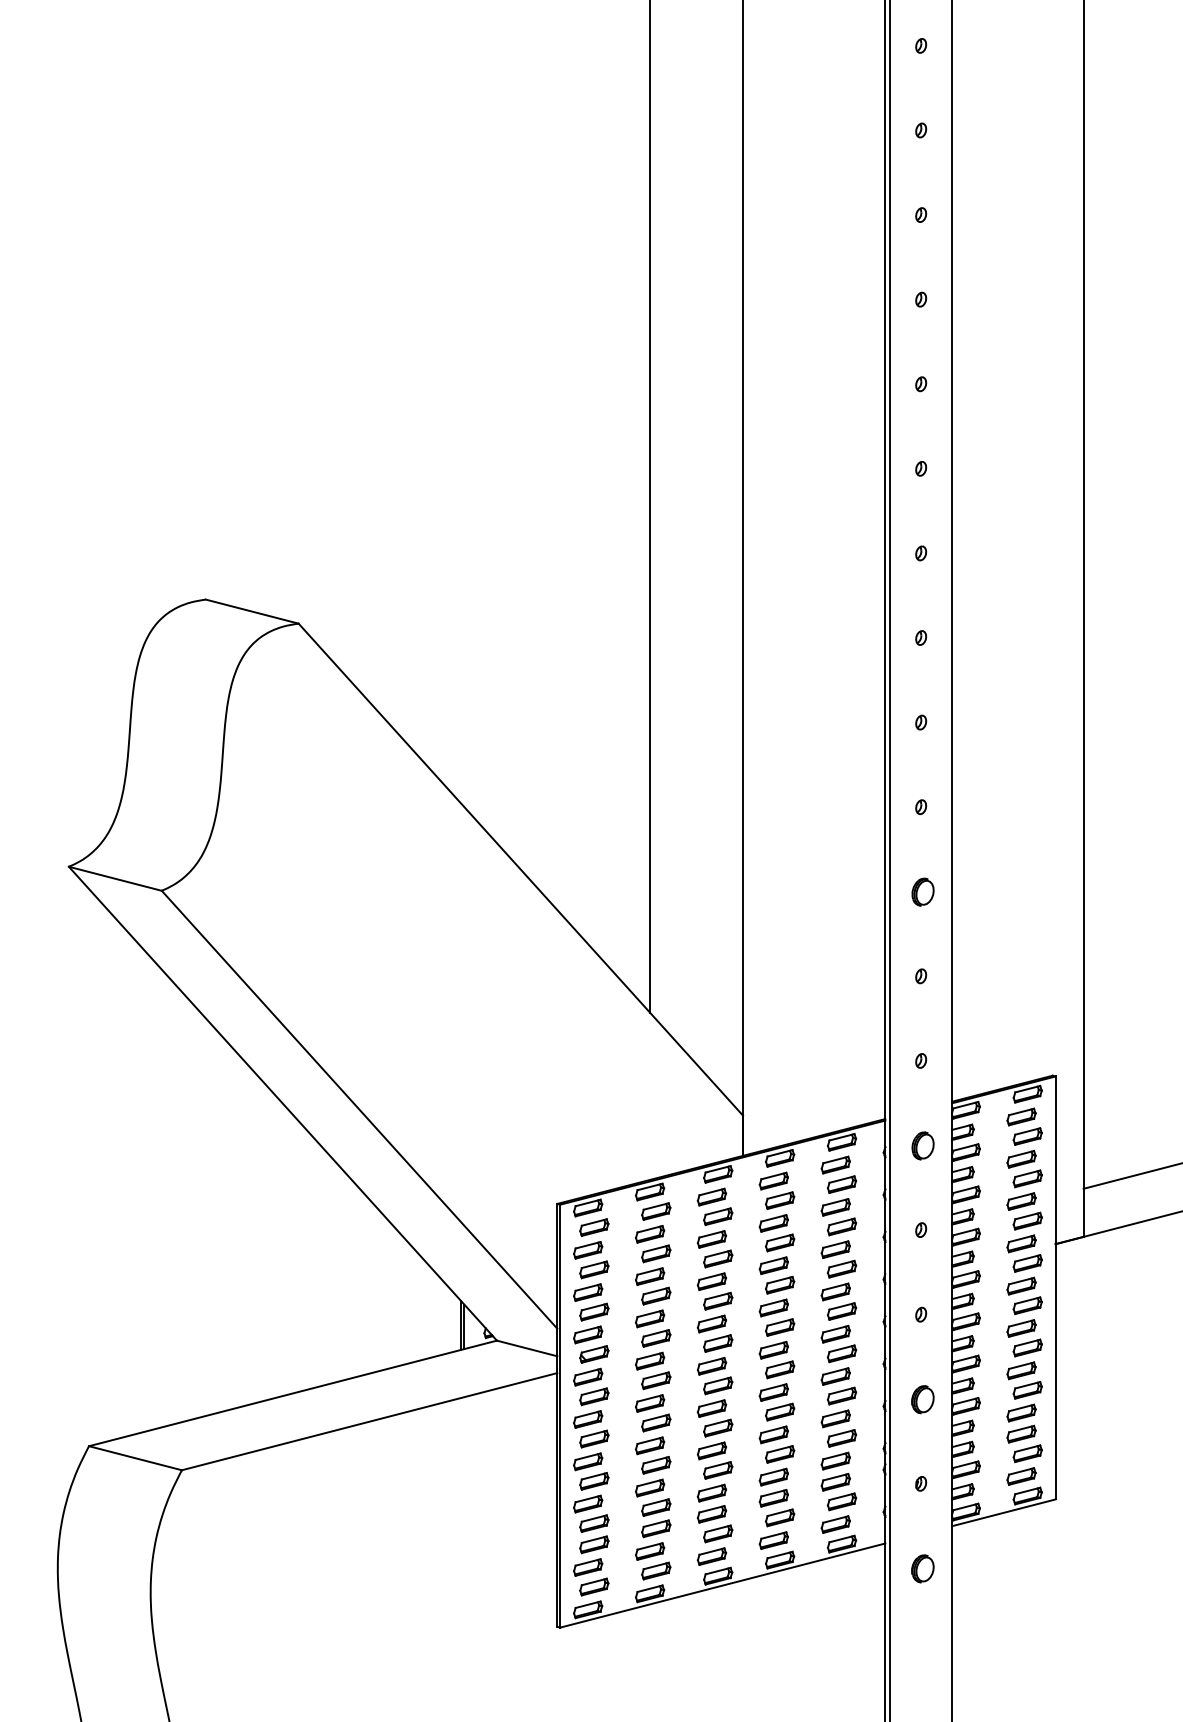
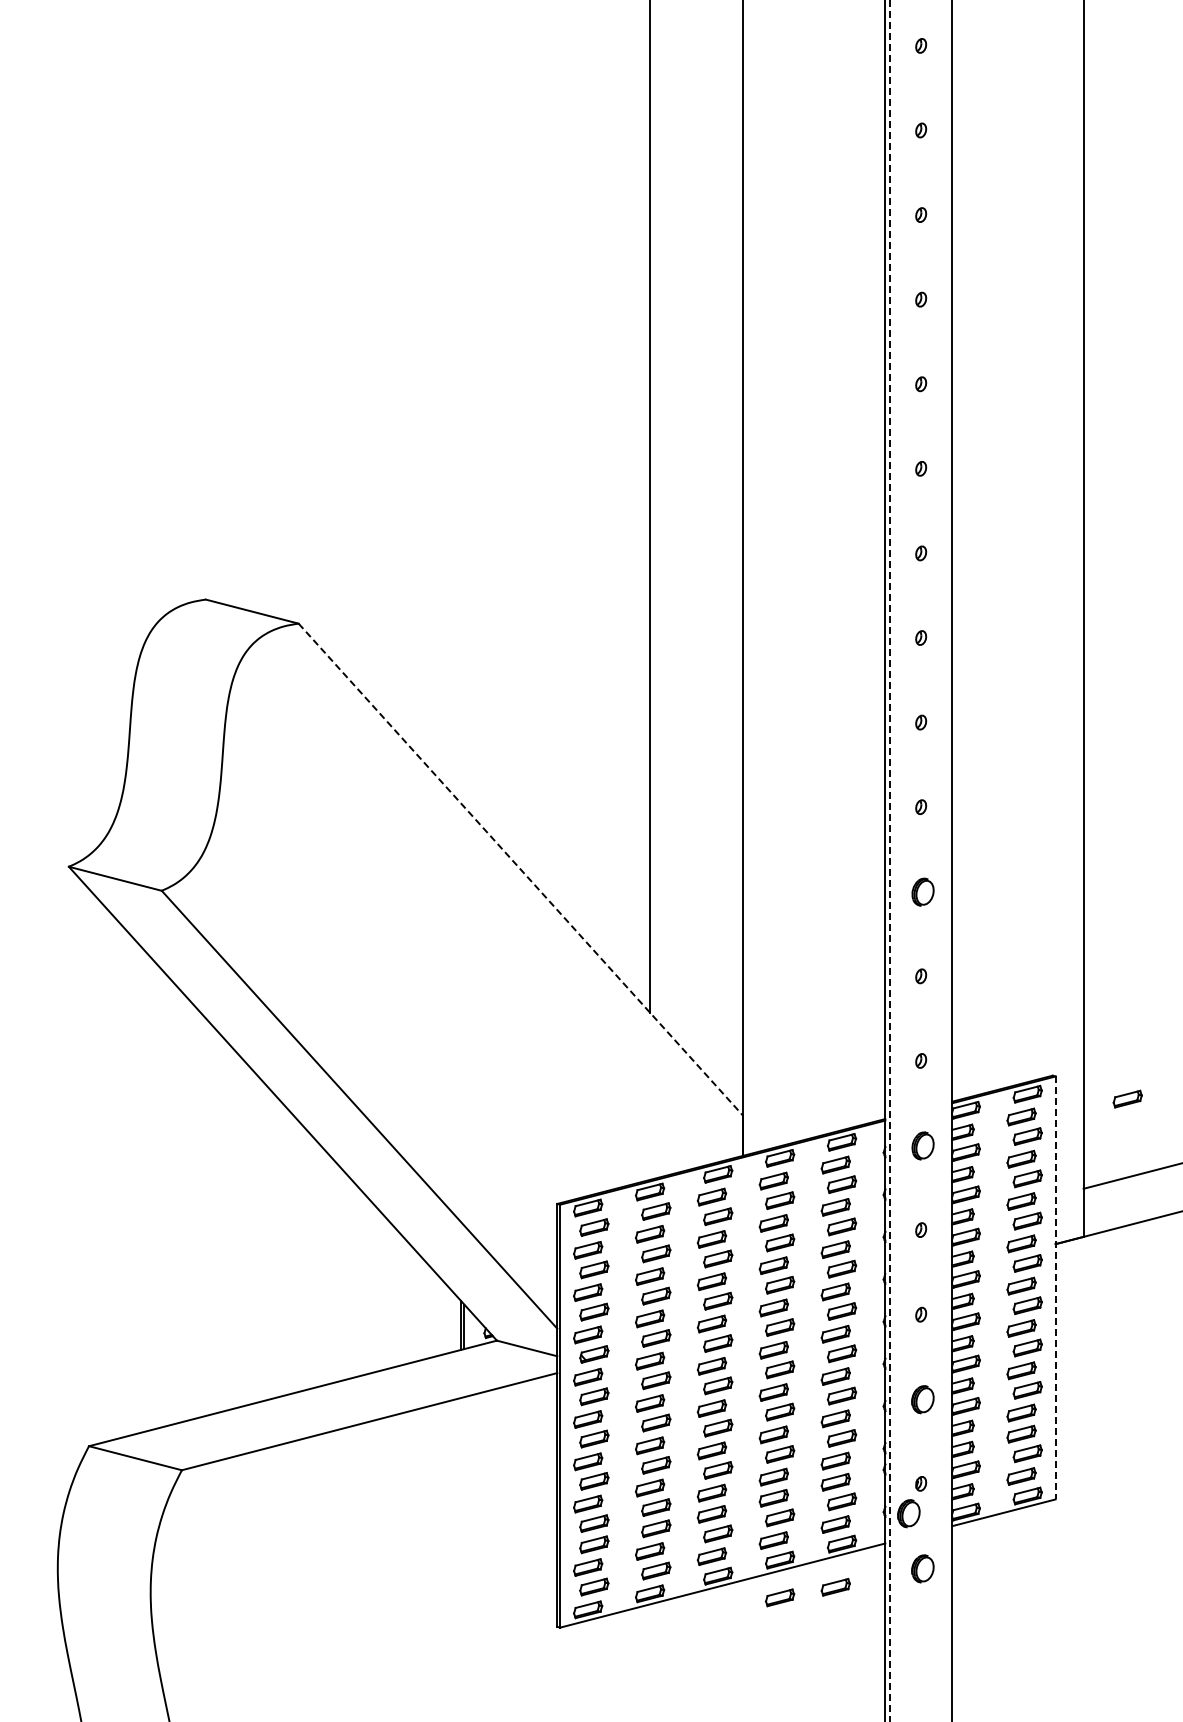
line at (890, 860): solid -> dashed
line at (520, 869): solid -> dashed
part at (1127, 1098): none -> present
line at (1055, 1288): solid -> dashed
part at (908, 1513): none -> present
part at (835, 1587): none -> present
part at (780, 1597): none -> present
